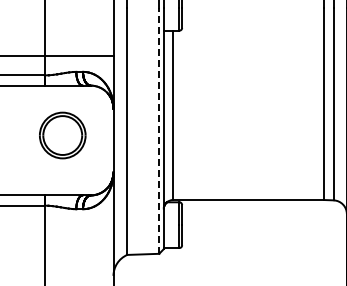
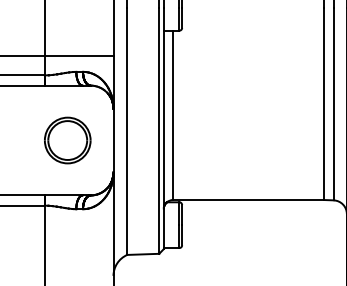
line at (159, 130): dashed -> solid
part at (62, 135) position: (62, 135) -> (67, 140)
